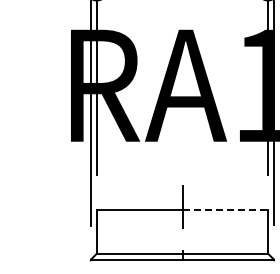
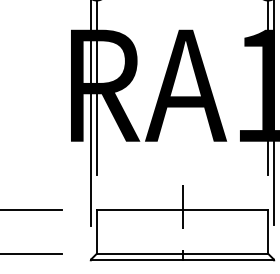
line at (31, 210): none -> present
line at (225, 210): dashed -> solid
line at (31, 253): none -> present
